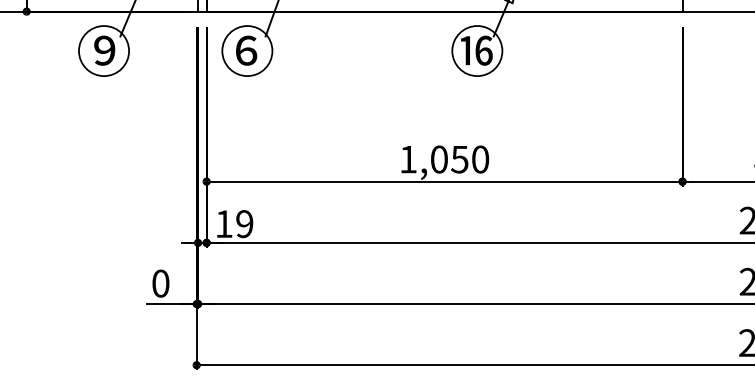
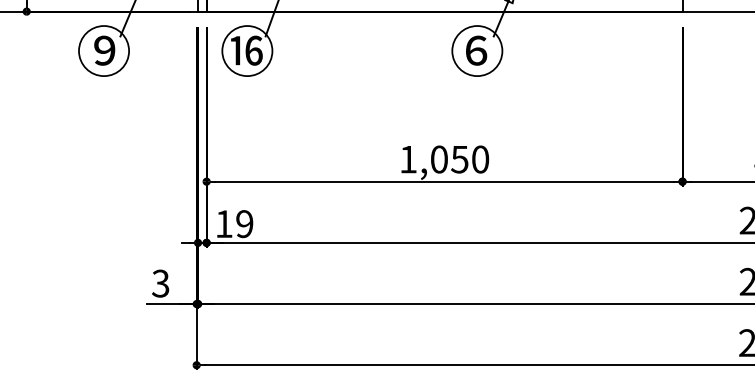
text at (246, 50): ⑥ -> ⑯
text at (476, 50): ⑯ -> ⑥
text at (160, 283): 0 -> 3
